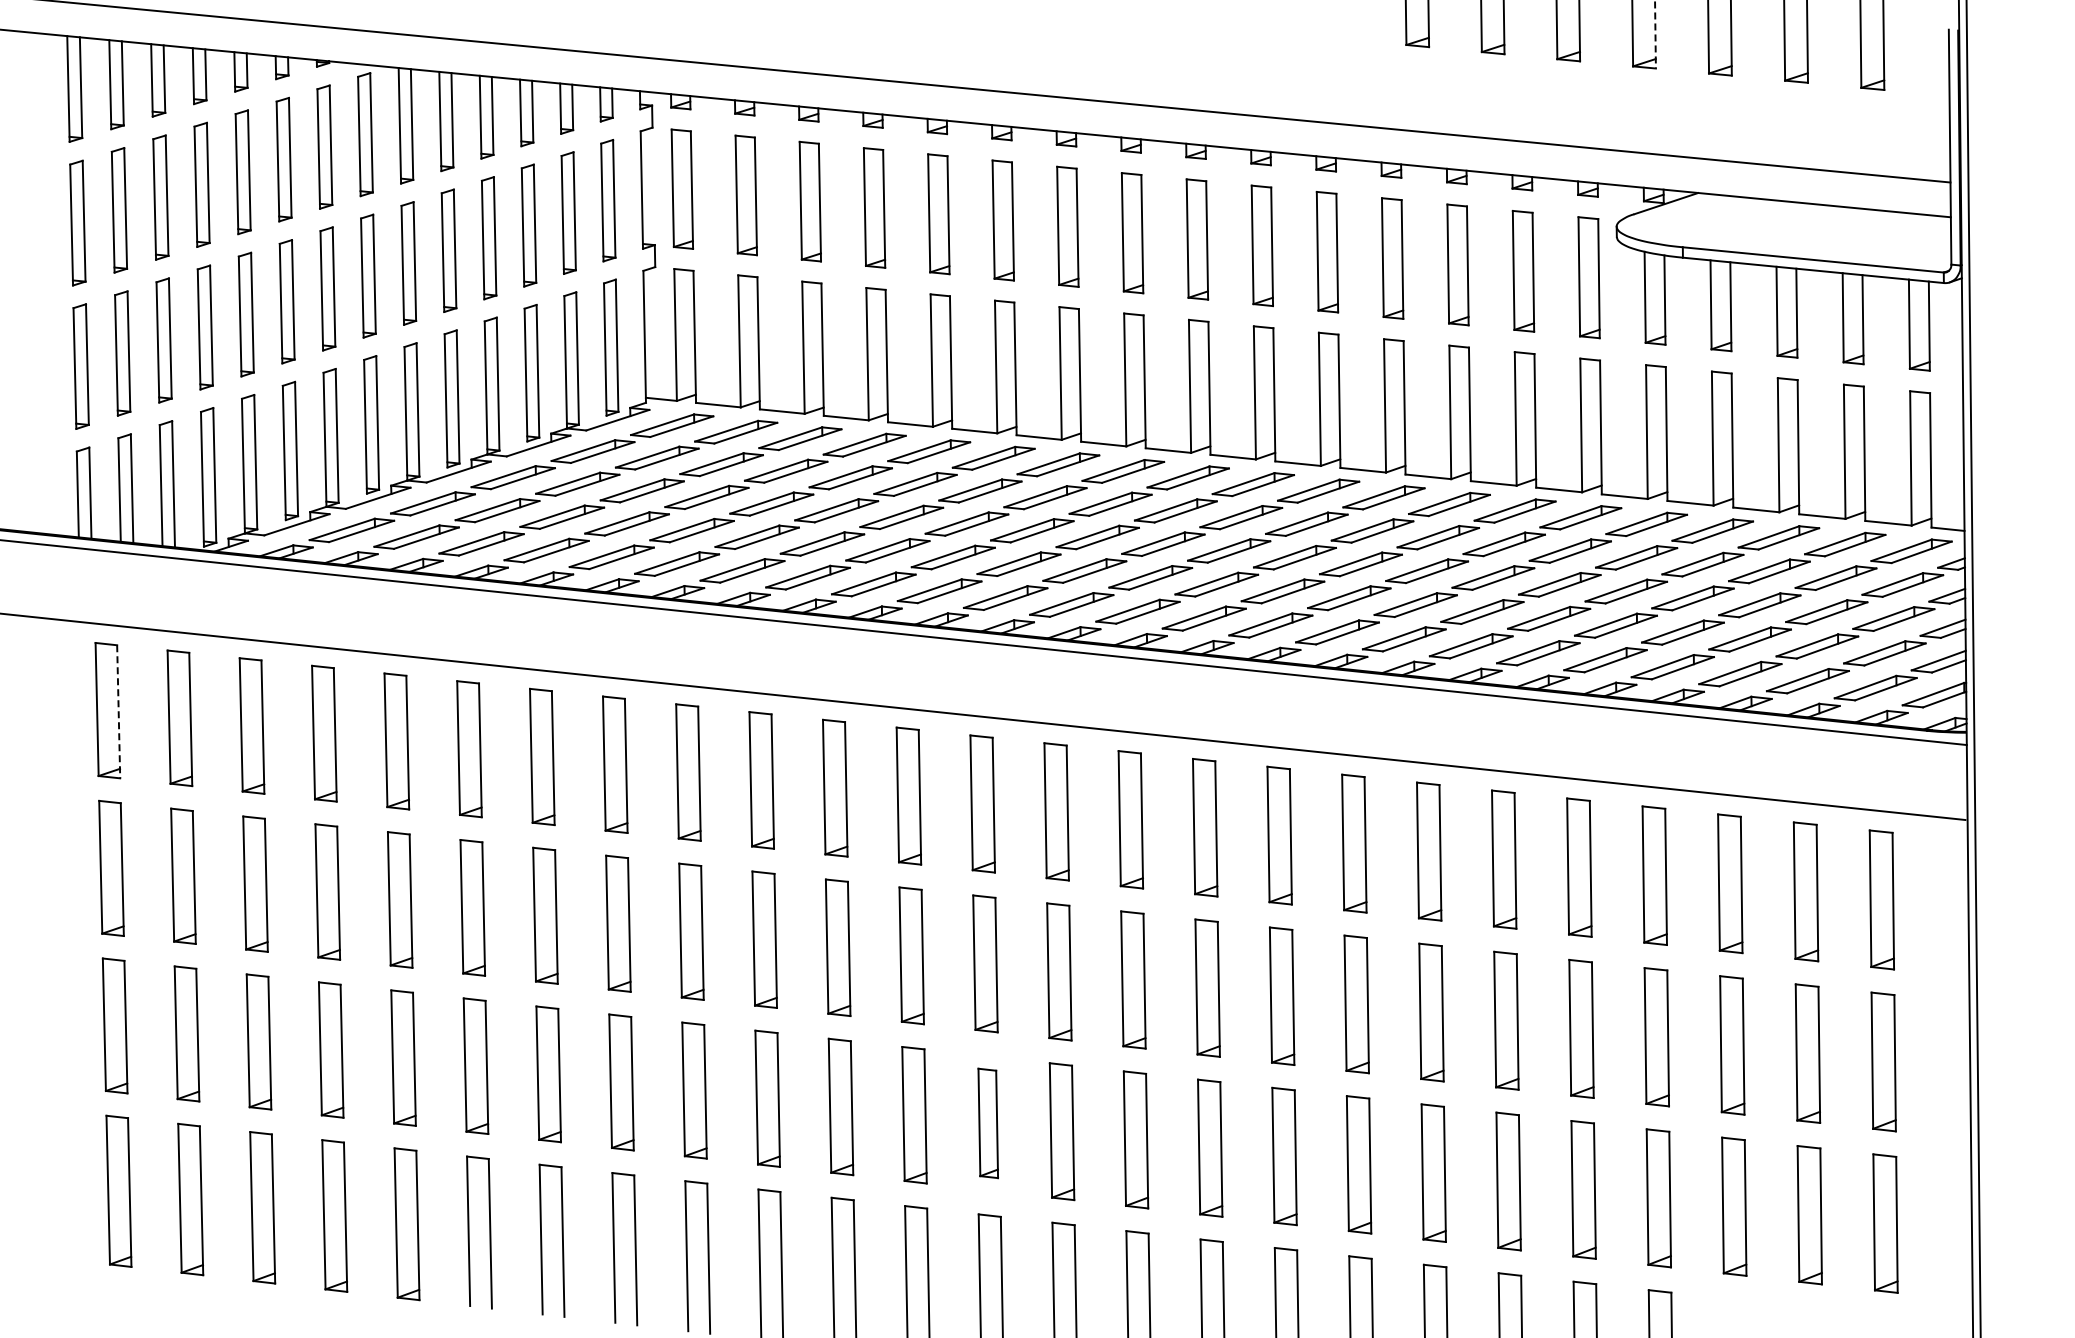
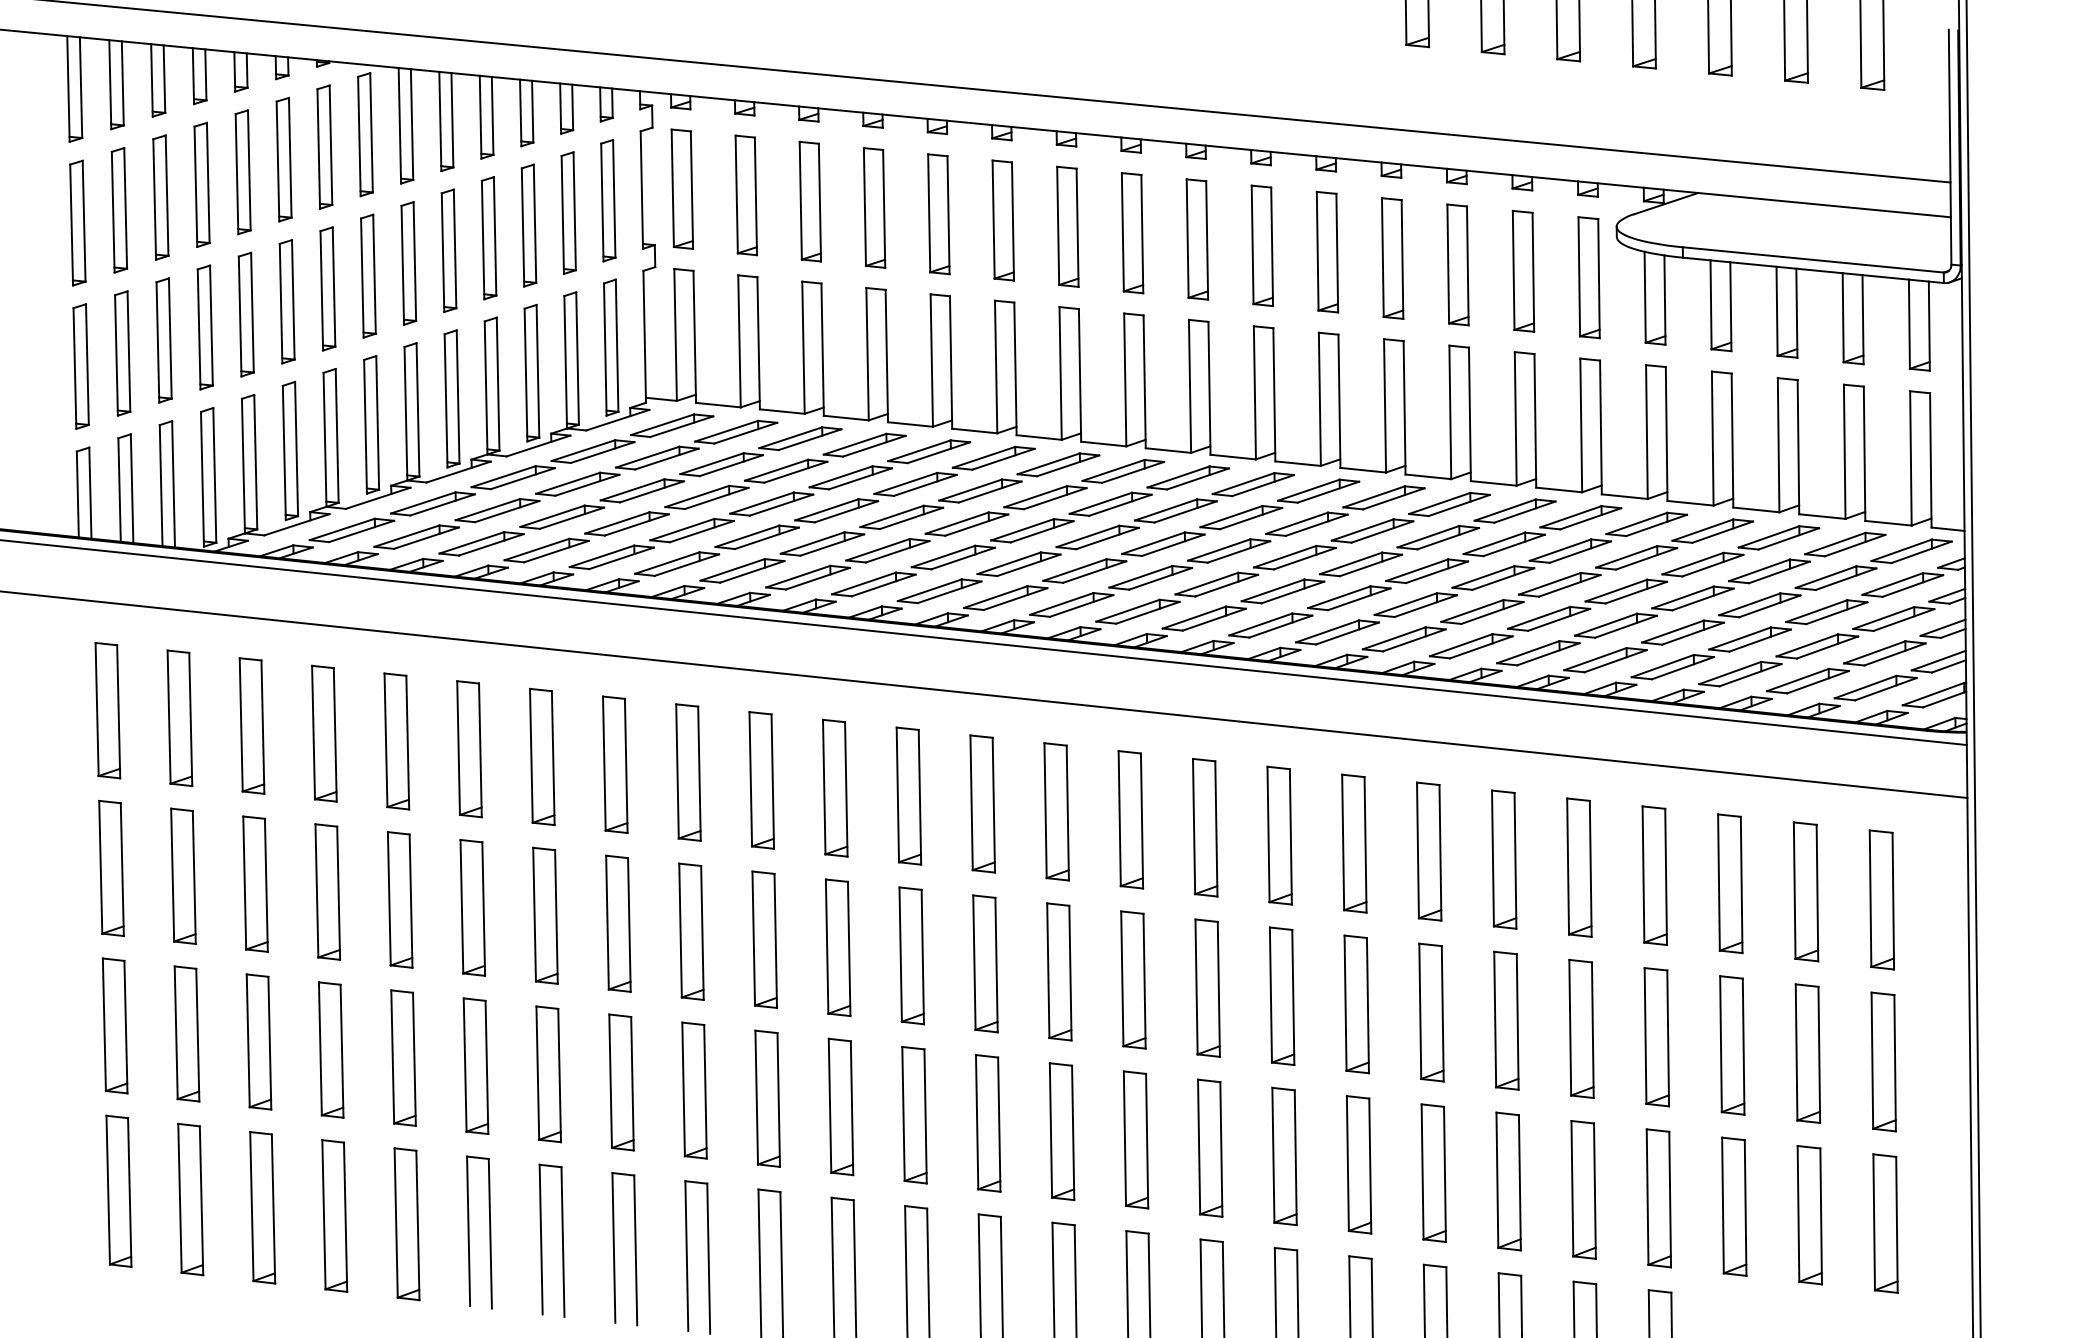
line at (1655, 34): dashed -> solid
line at (118, 711): dashed -> solid
line at (983, 716) position: (983, 716) -> (984, 694)
part at (987, 1123) size: 22x113 px -> 27x139 px
